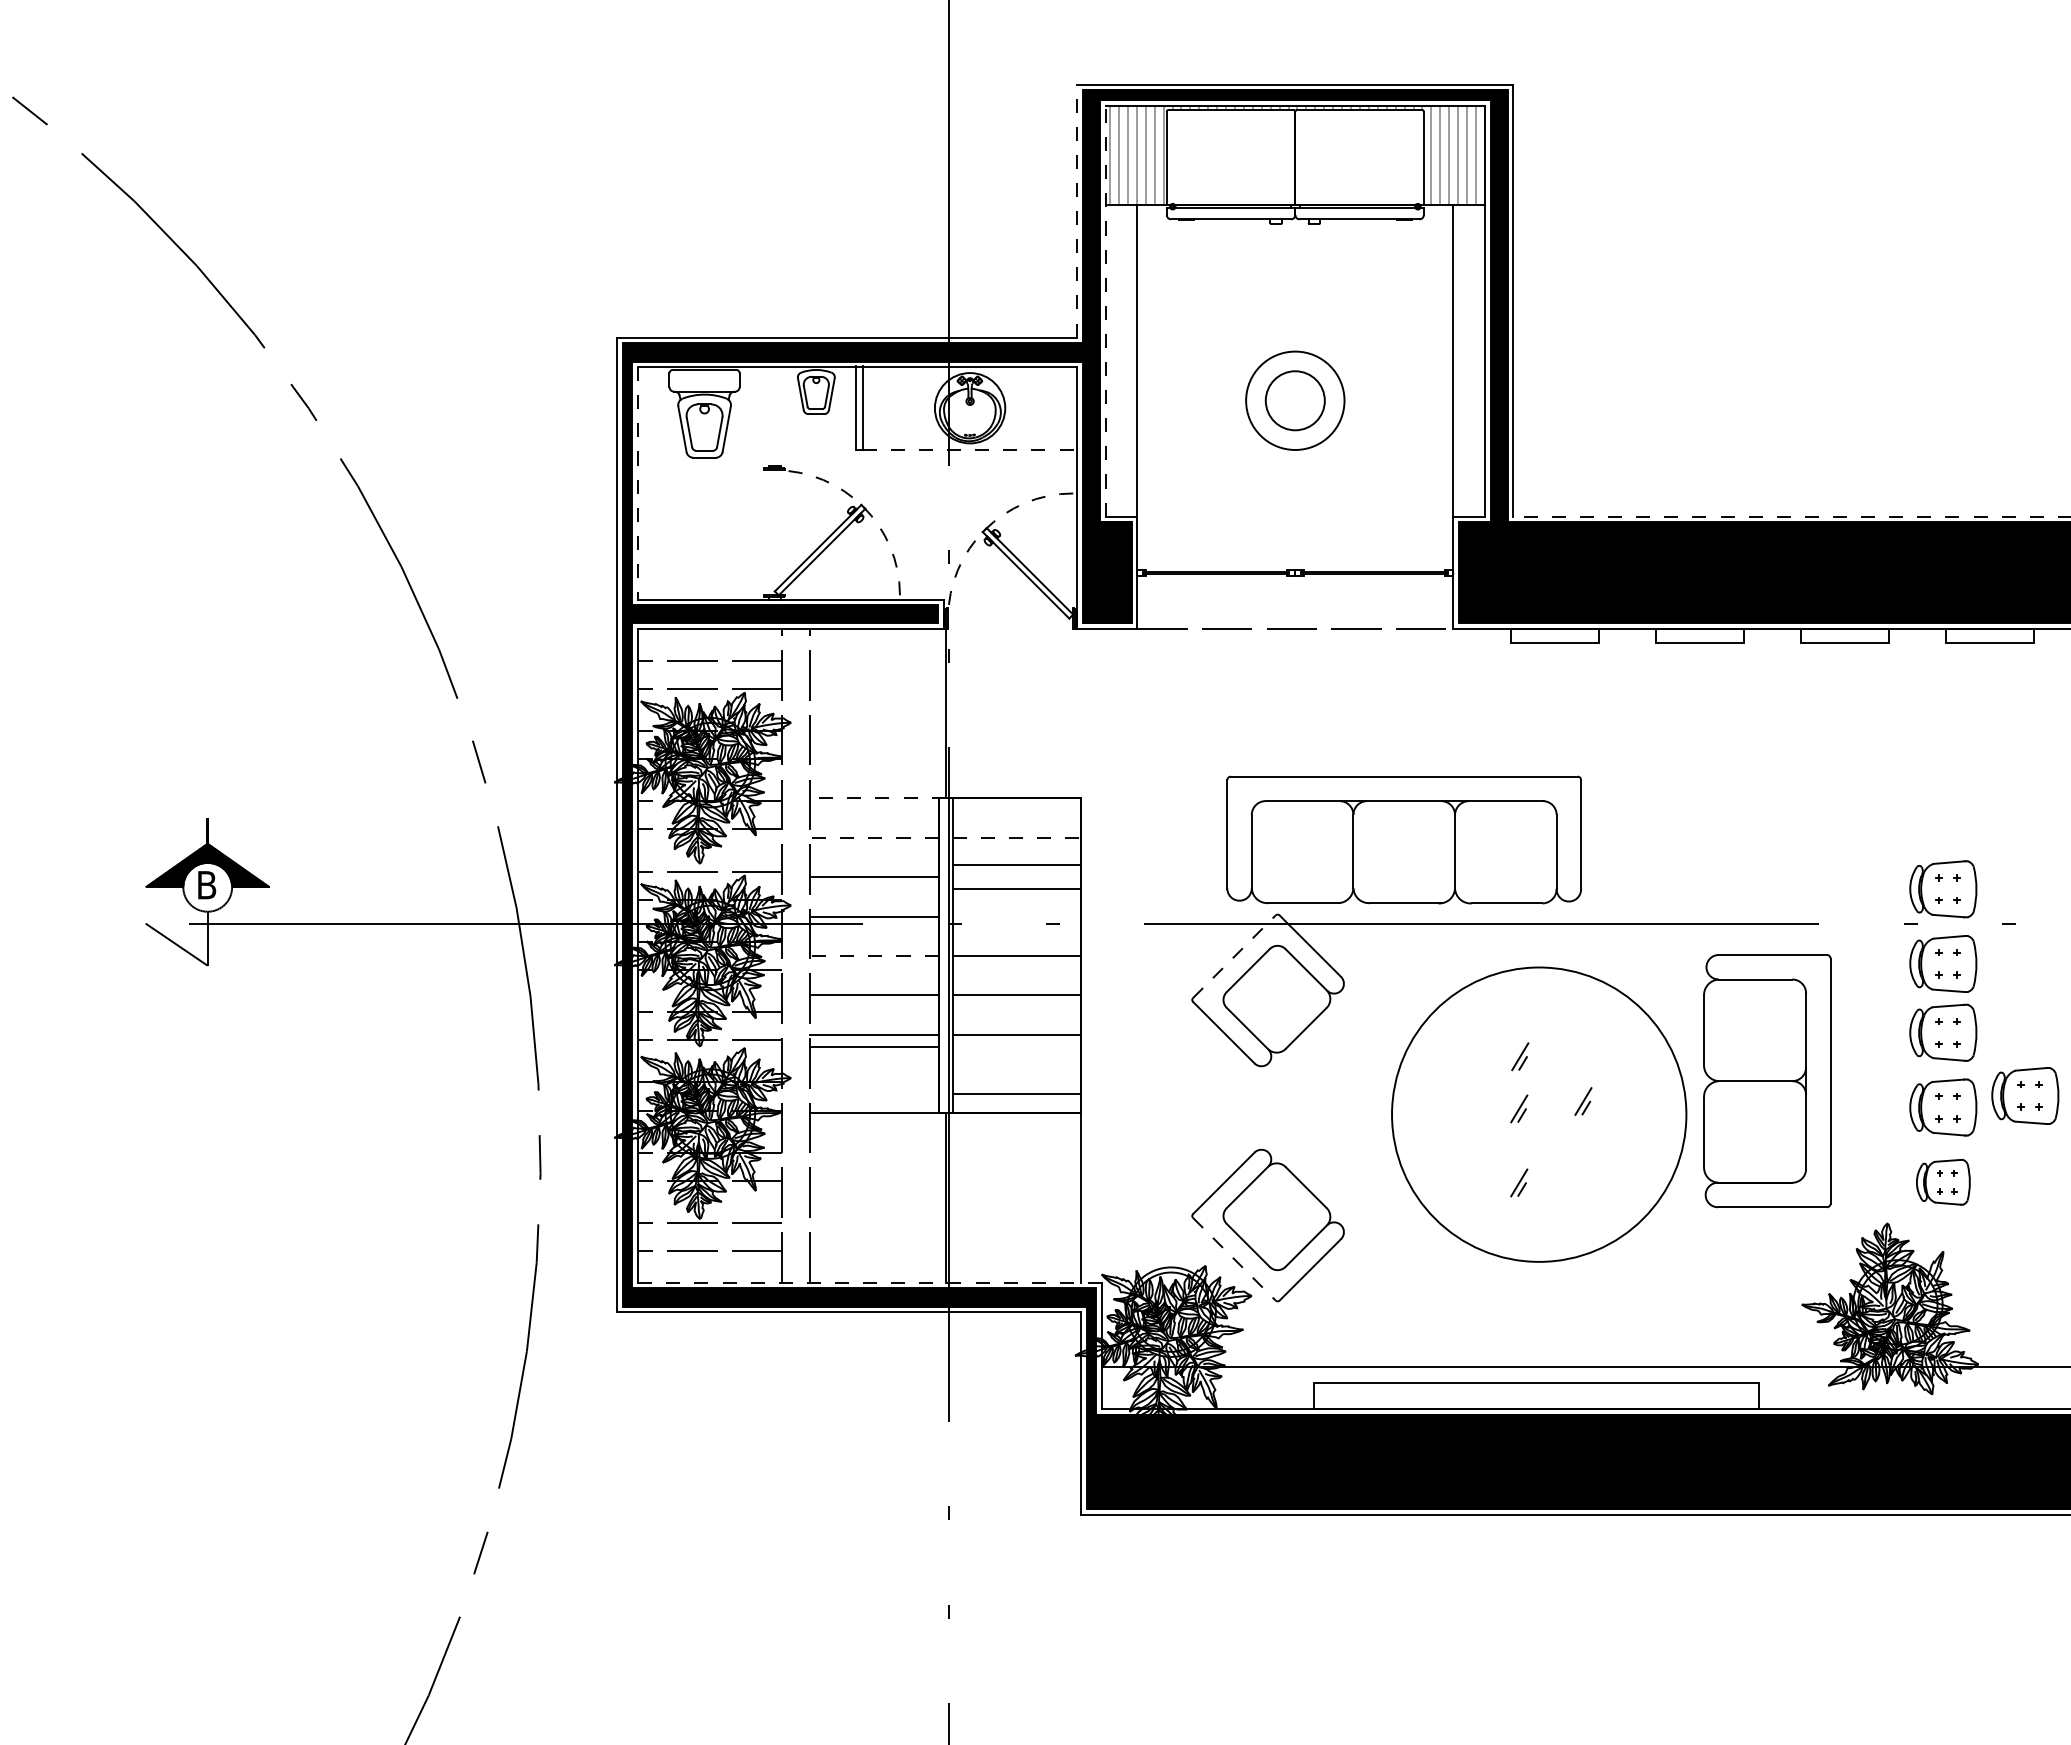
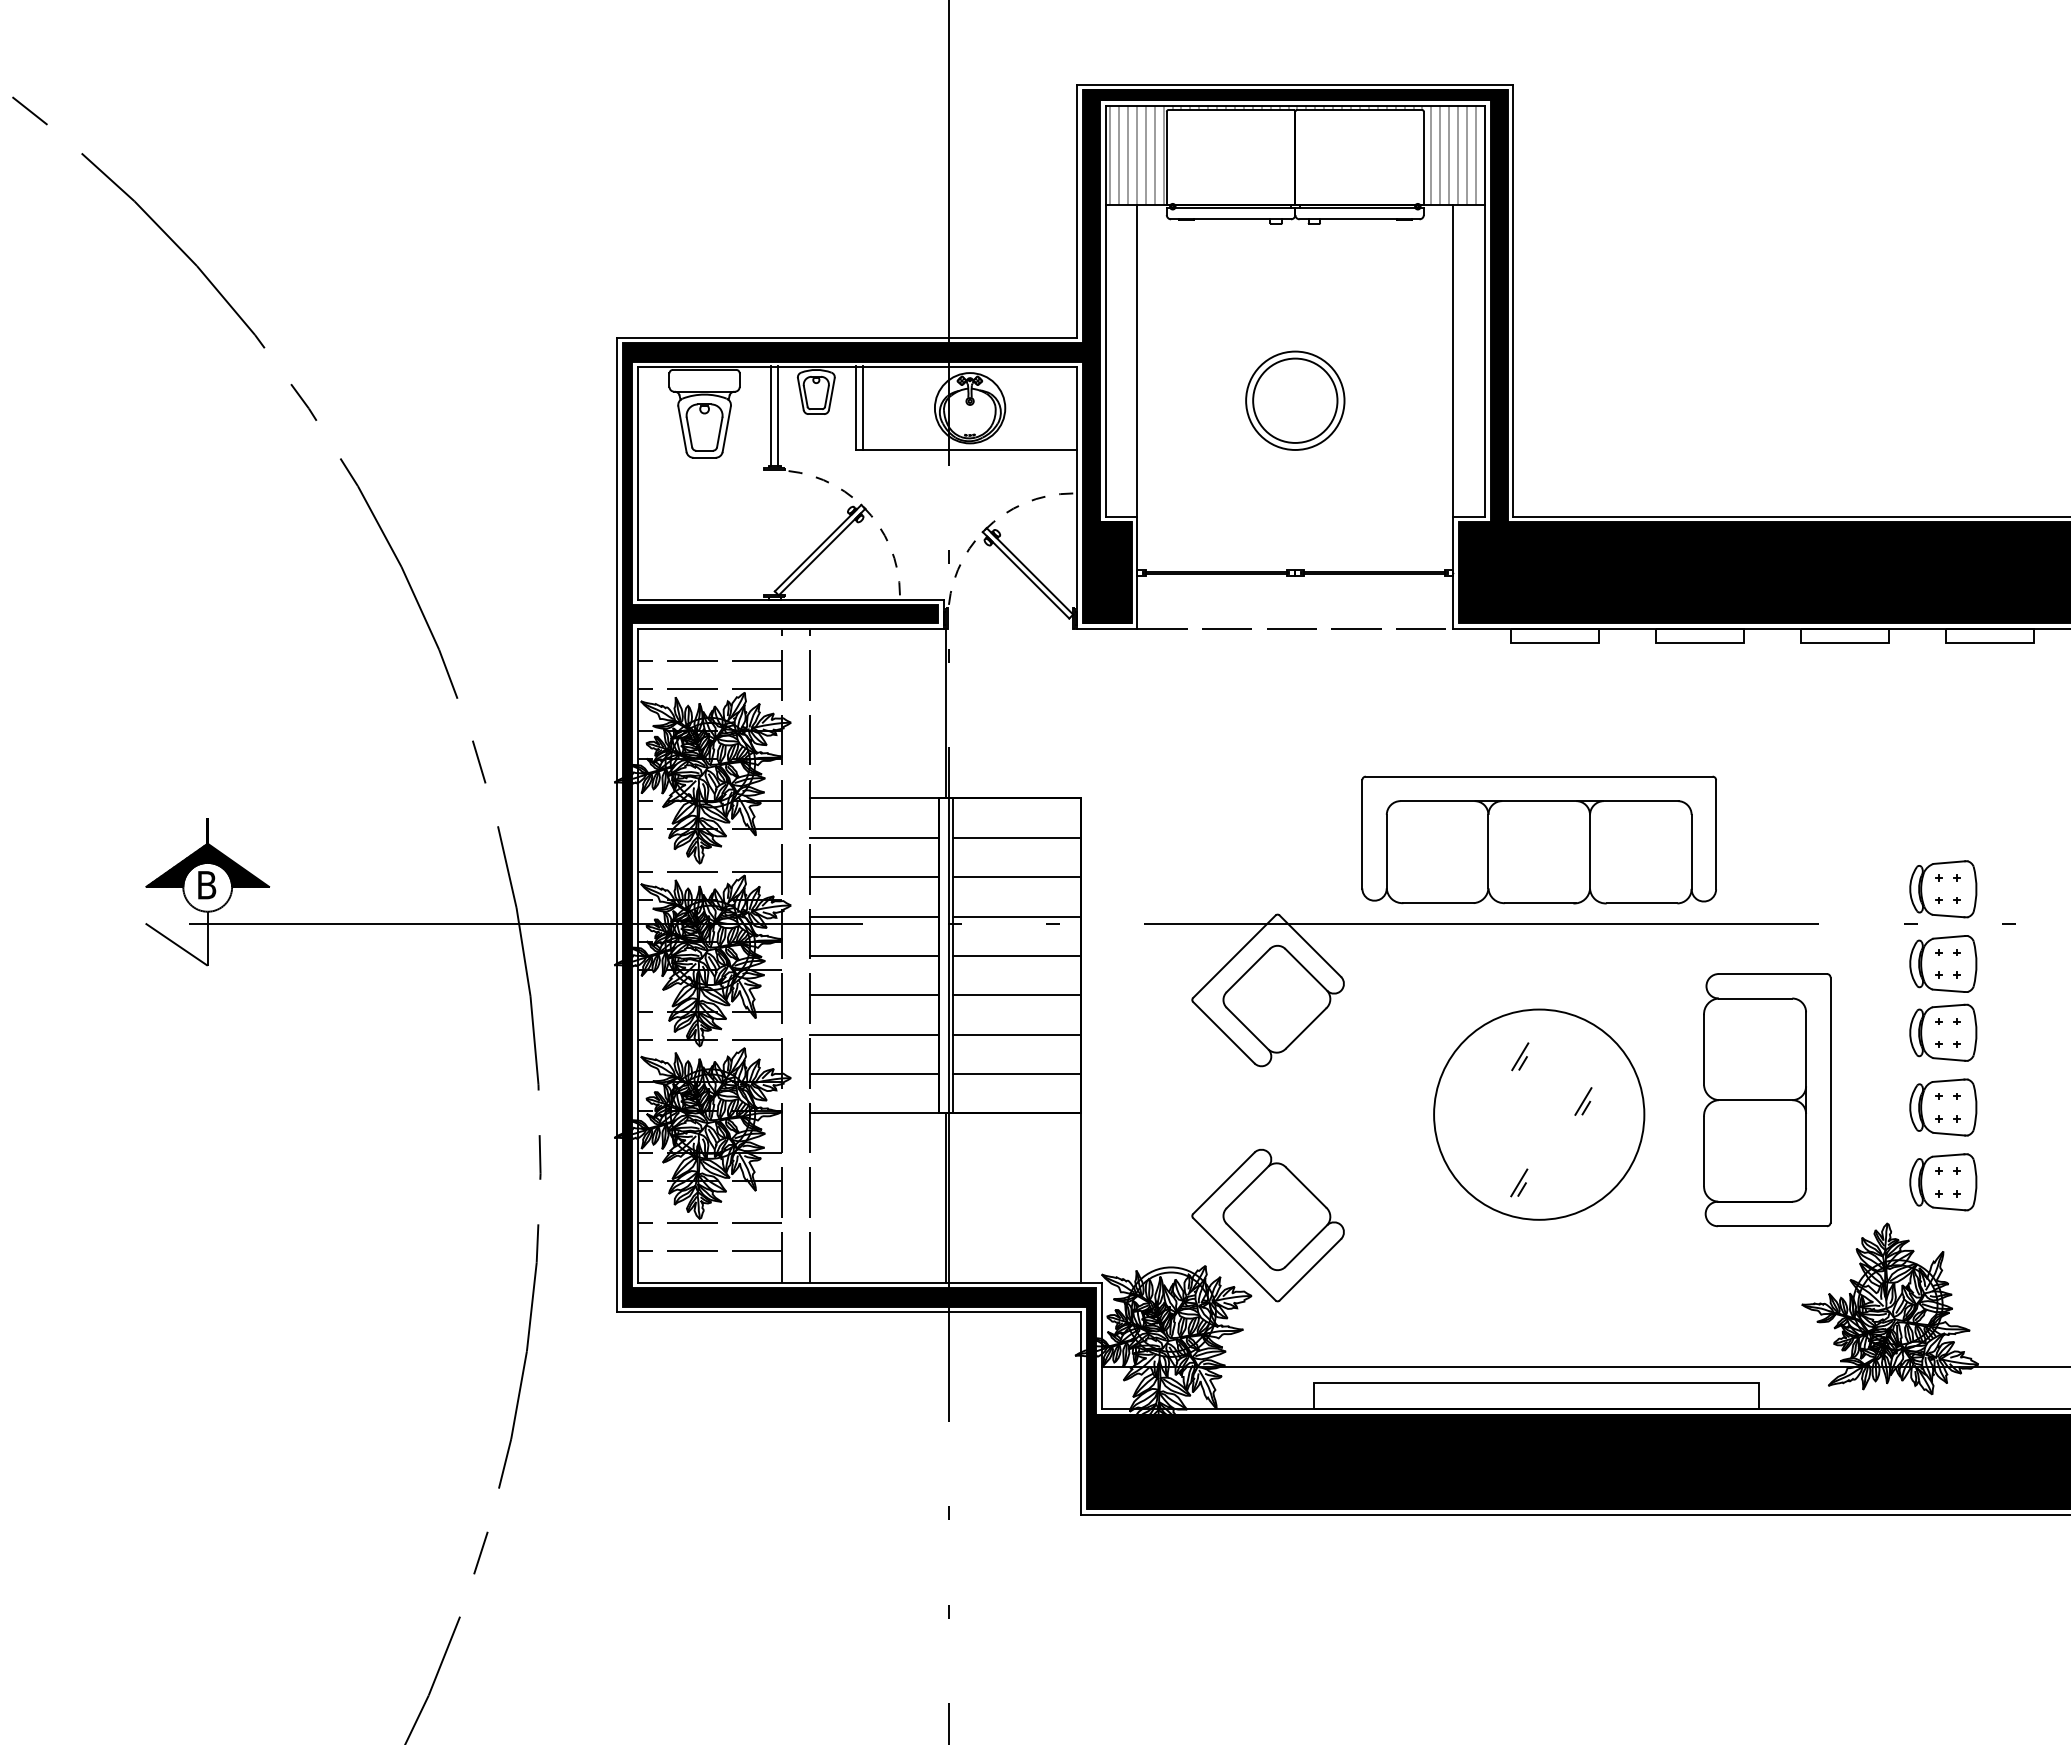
line at (1077, 211): dashed -> solid
line at (1105, 310): dashed -> solid
circle at (1294, 400) diameter: 59 px -> 84 px
line at (771, 415): none -> present
line at (778, 415): none -> present
line at (970, 450): dashed -> solid
line at (637, 483): dashed -> solid
line at (1792, 516): dashed -> solid
line at (878, 798): dashed -> solid
line at (874, 837): dashed -> solid
line at (1017, 837): dashed -> solid
part at (1403, 839) position: (1403, 839) -> (1538, 839)
line at (1016, 865) position: (1016, 865) -> (1016, 877)
line at (1016, 888) position: (1016, 888) -> (1016, 916)
line at (874, 955): dashed -> solid
line at (1234, 956): dashed -> solid
line at (874, 1046) position: (874, 1046) -> (874, 1073)
part at (1767, 1081) position: (1767, 1081) -> (1767, 1100)
line at (1016, 1093) position: (1016, 1093) -> (1016, 1073)
part at (2025, 1095): present -> none
part at (1519, 1108): present -> none
circle at (1539, 1114) diameter: 294 px -> 210 px
part at (1943, 1182) size: 55x47 px -> 69x59 px
line at (1234, 1259): dashed -> solid
line at (869, 1282): dashed -> solid
